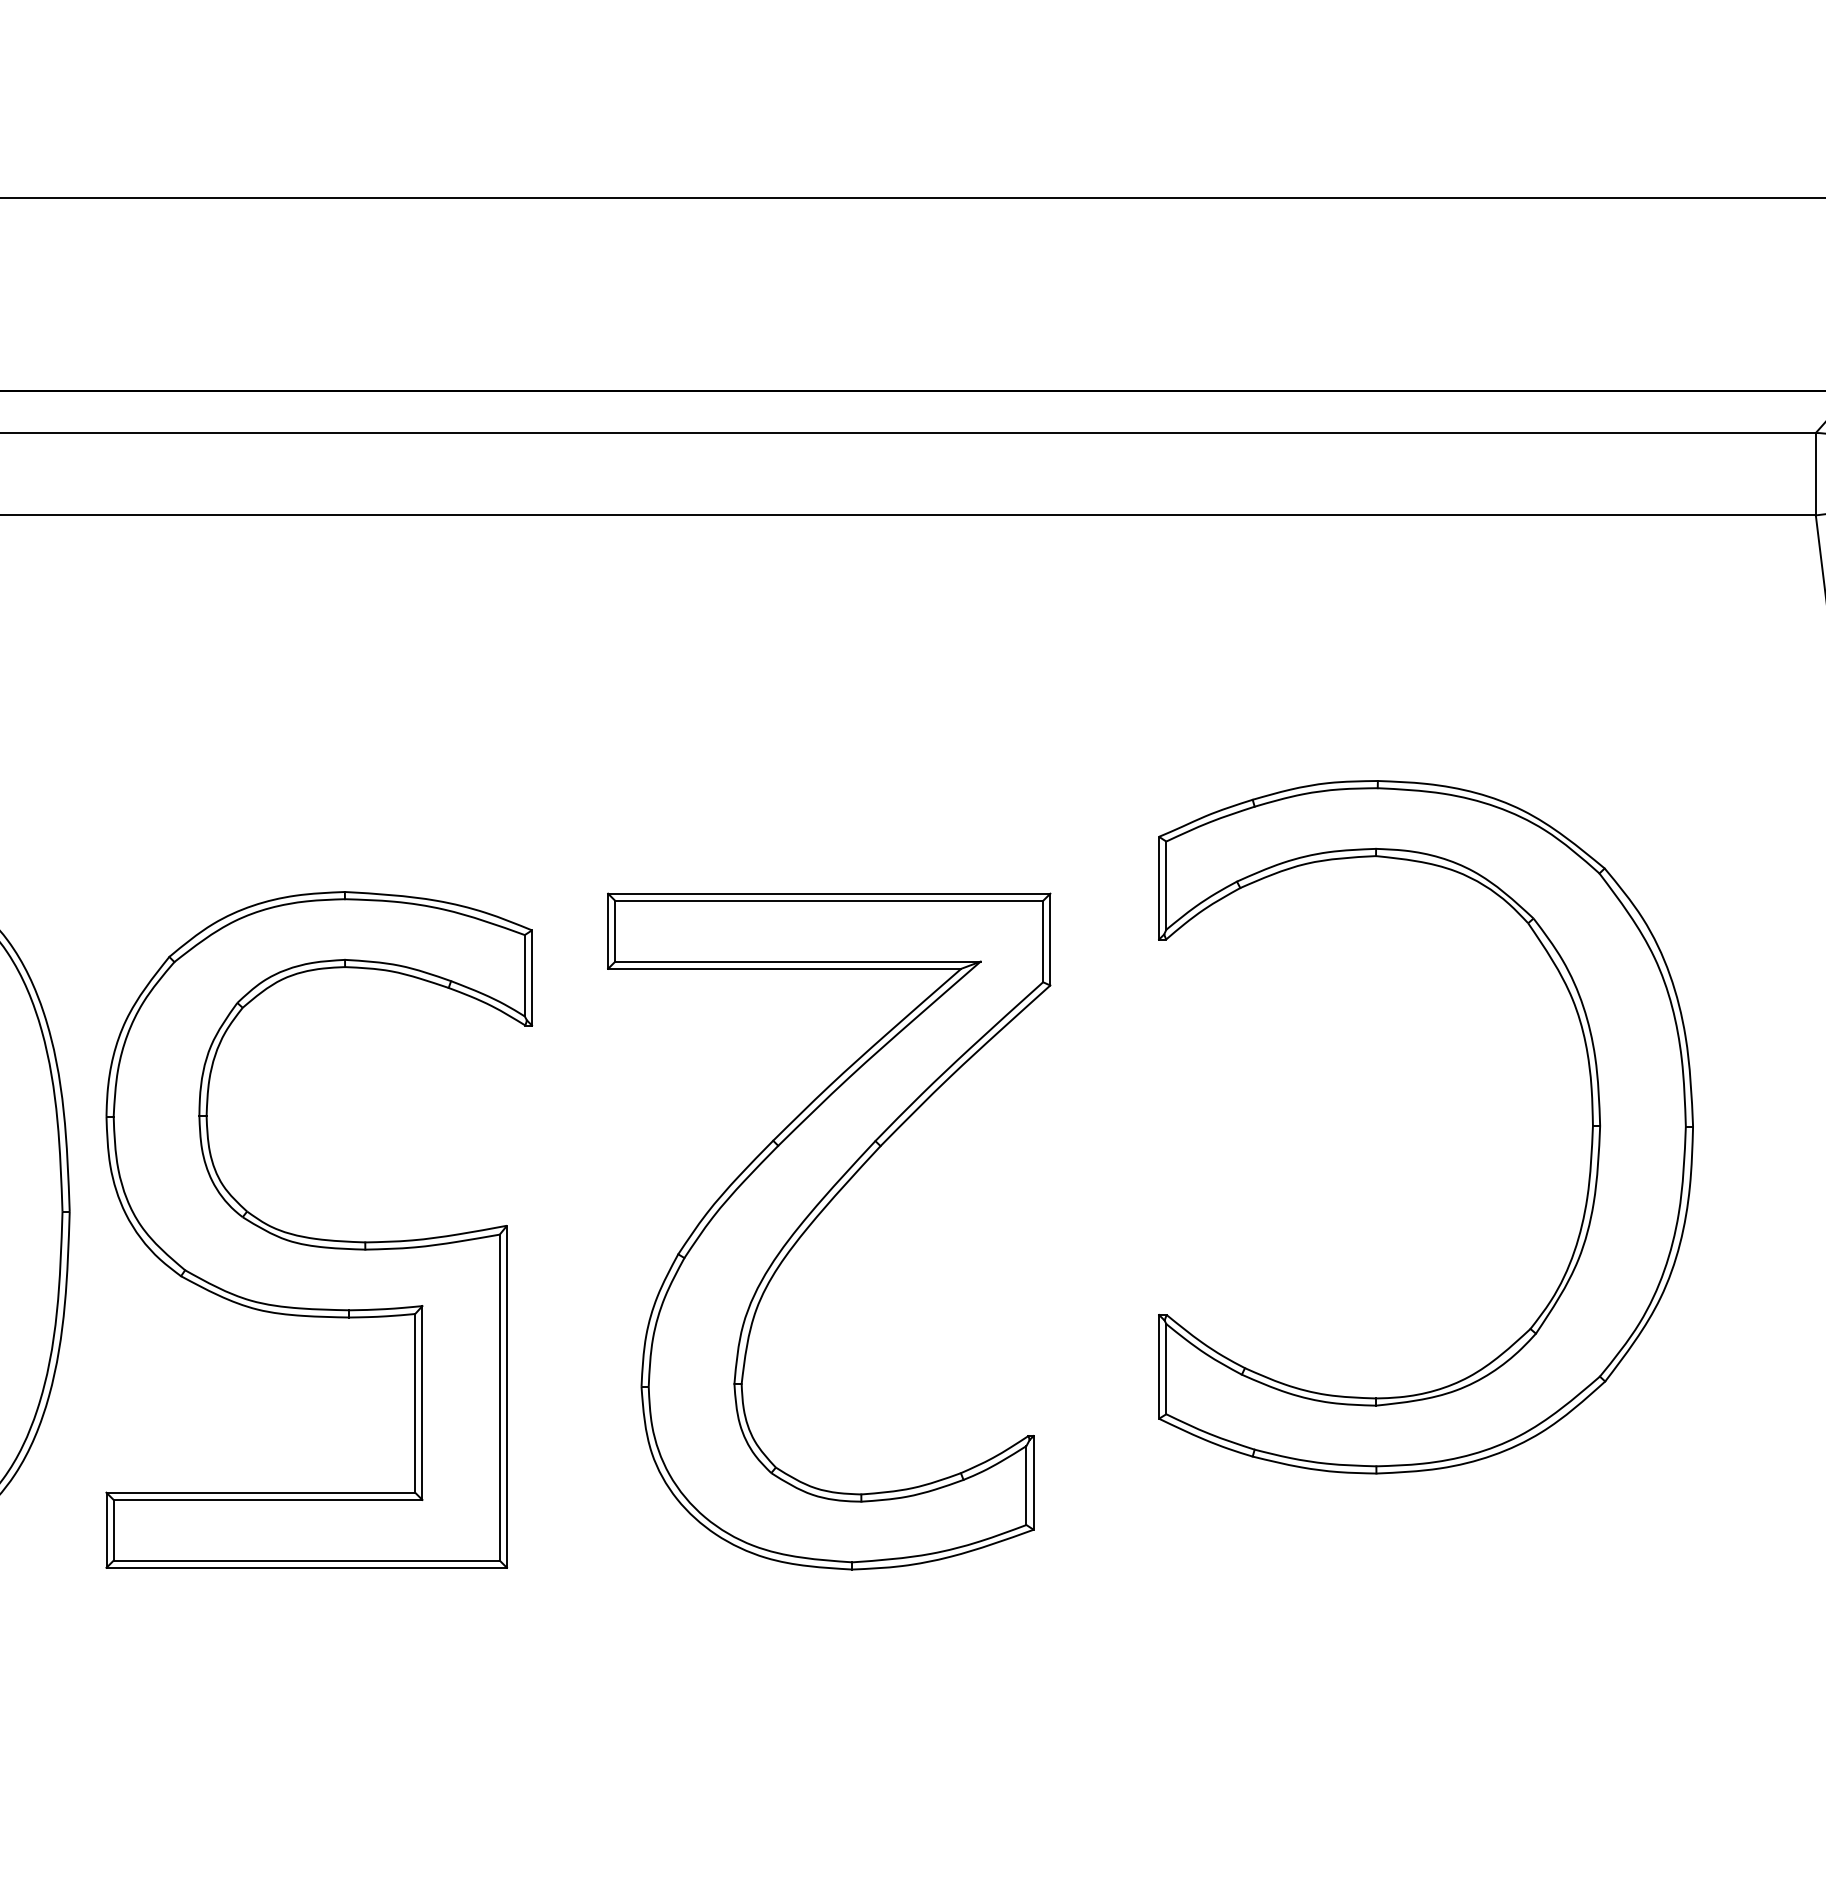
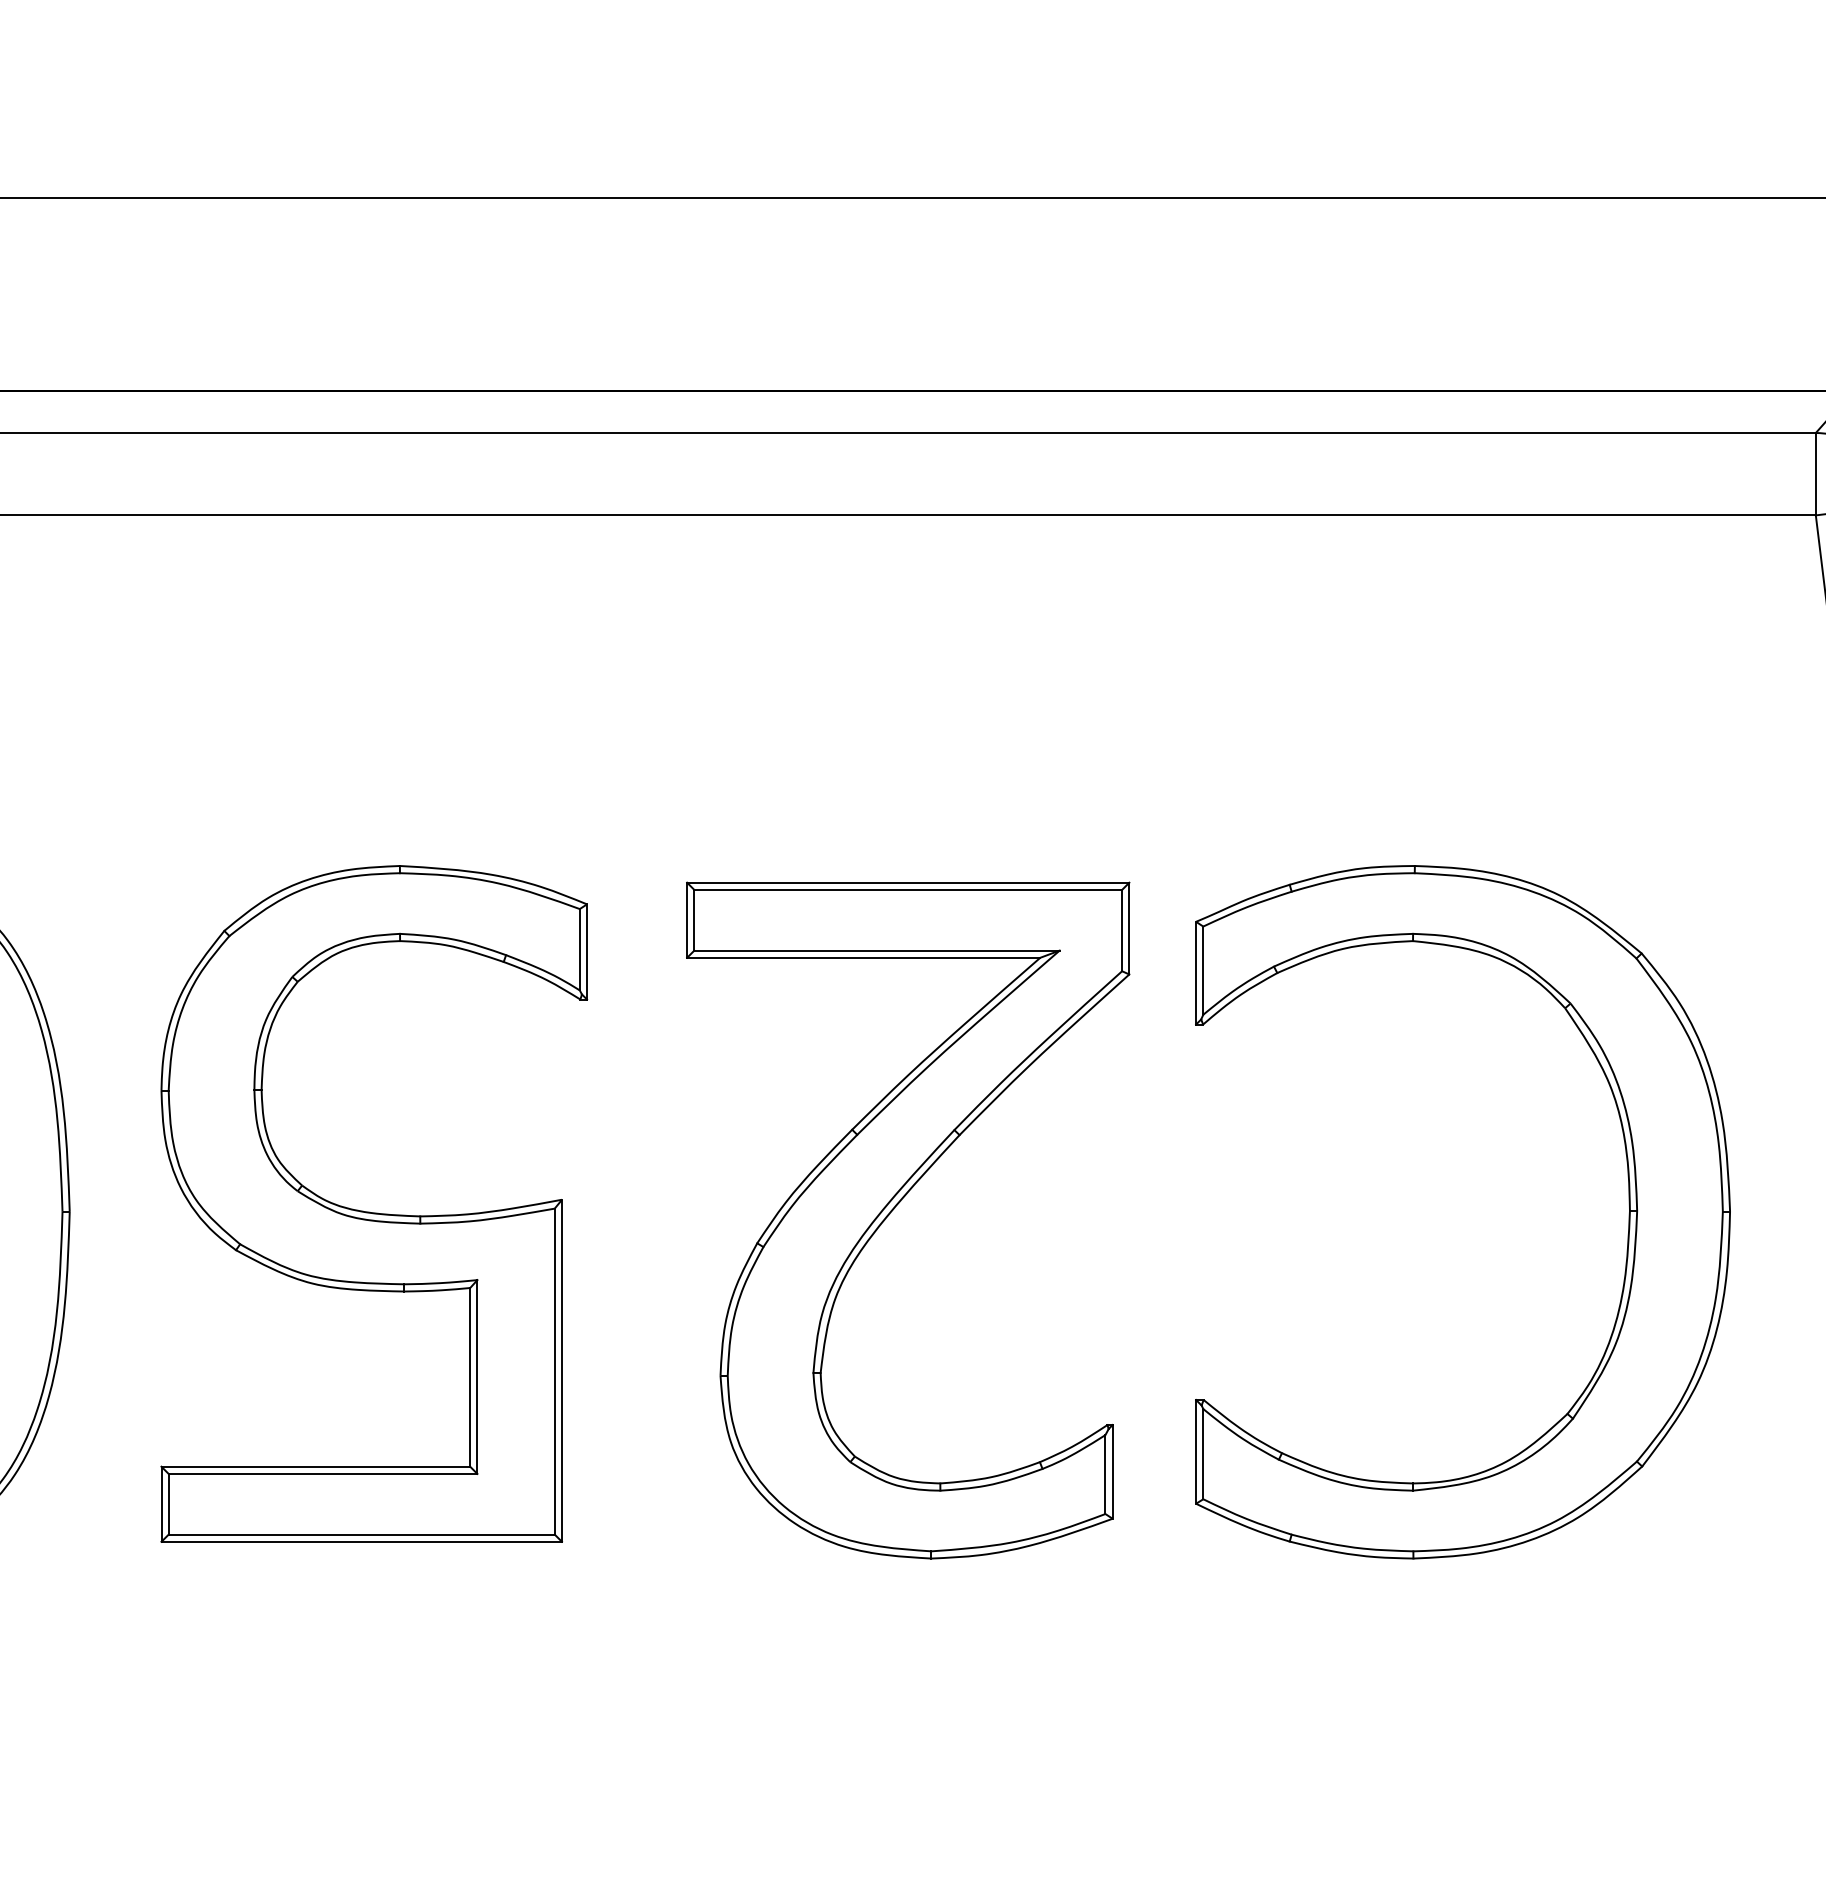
part at (1591, 1129) position: (1591, 1129) -> (1628, 1214)
part at (815, 1220) position: (815, 1220) -> (894, 1209)
part at (319, 1238) position: (319, 1238) -> (374, 1212)
